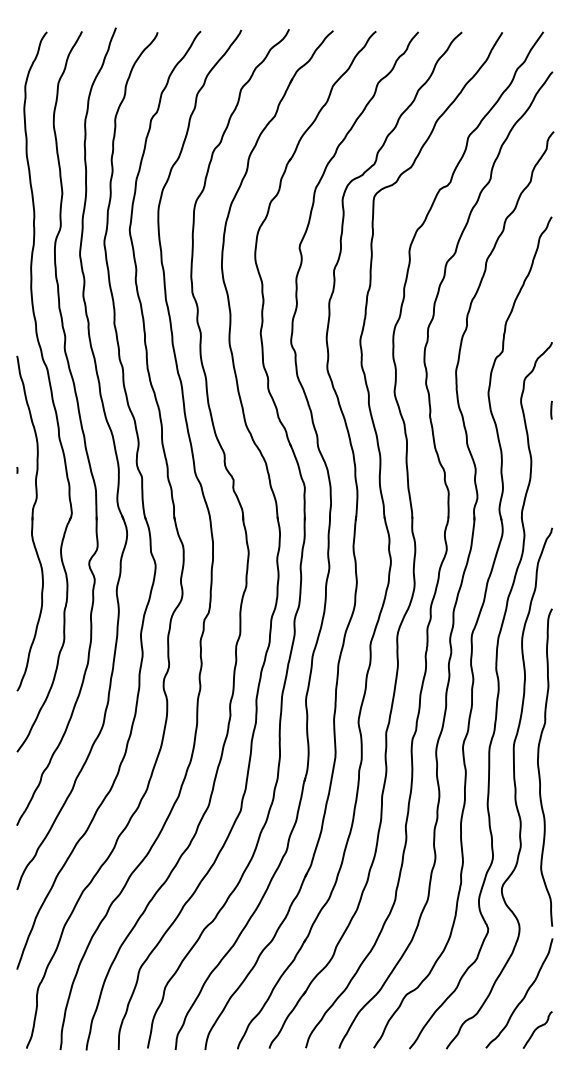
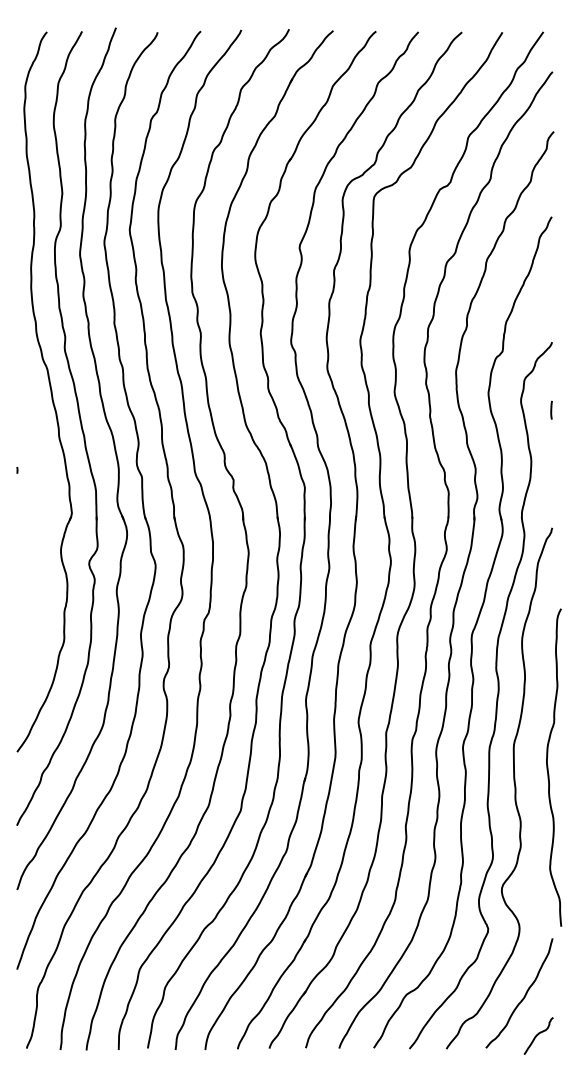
part at (29, 523): present -> none
curve at (539, 767) position: (539, 767) -> (548, 767)
curve at (537, 1029) position: (537, 1029) -> (538, 1035)
